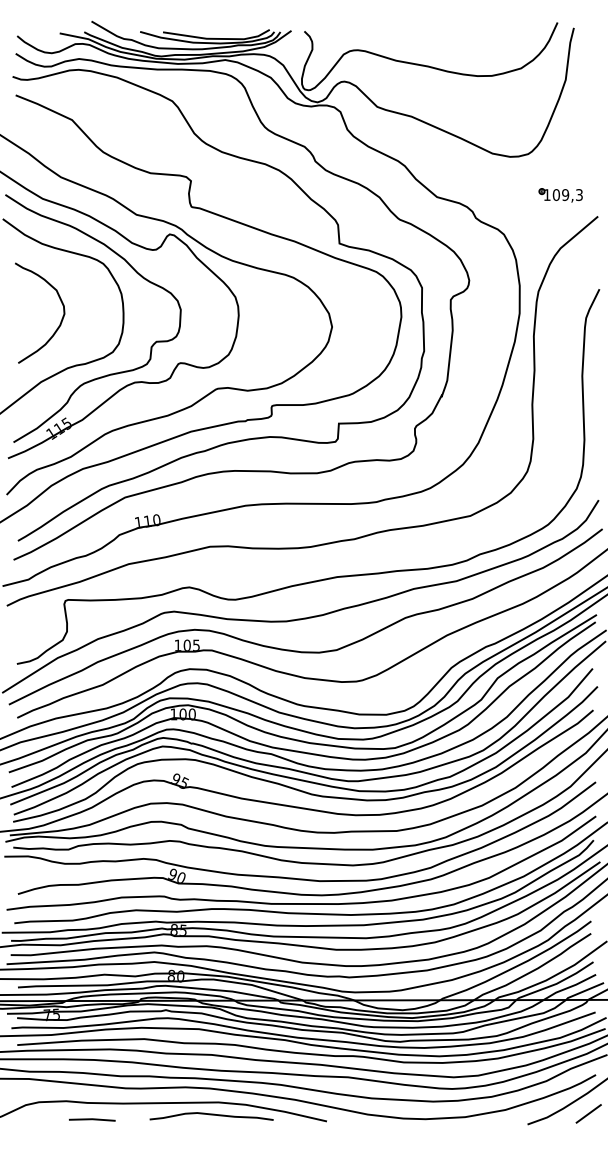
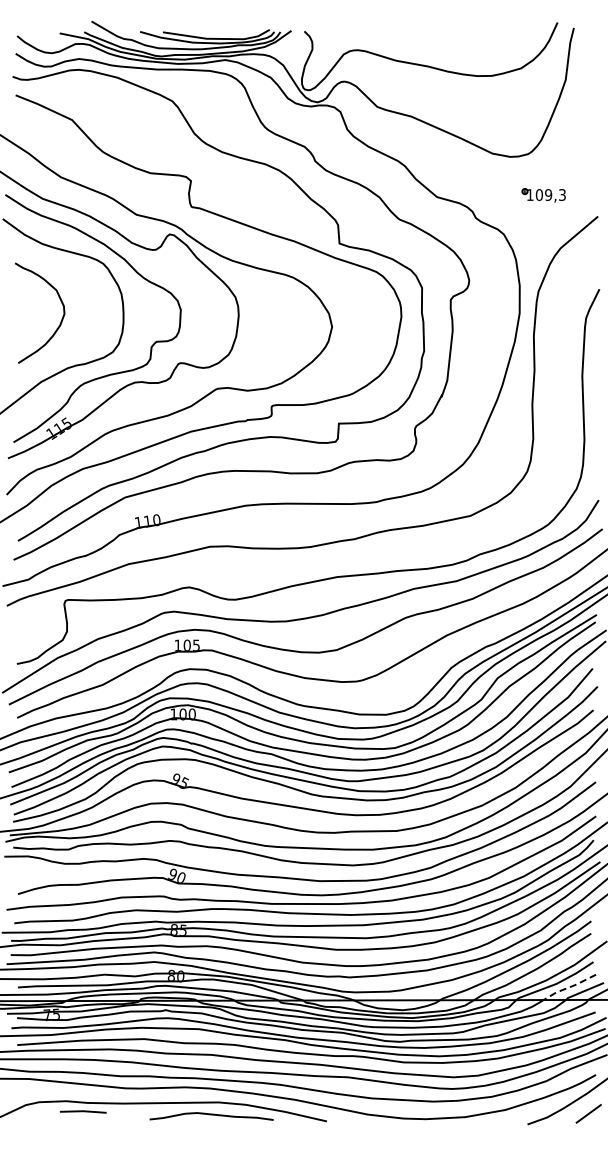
part at (560, 195) position: (560, 195) -> (543, 195)
line at (569, 987): solid -> dashed
line at (92, 1119) position: (92, 1119) -> (83, 1111)
